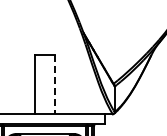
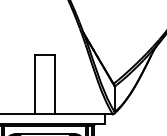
line at (55, 84): dashed -> solid
